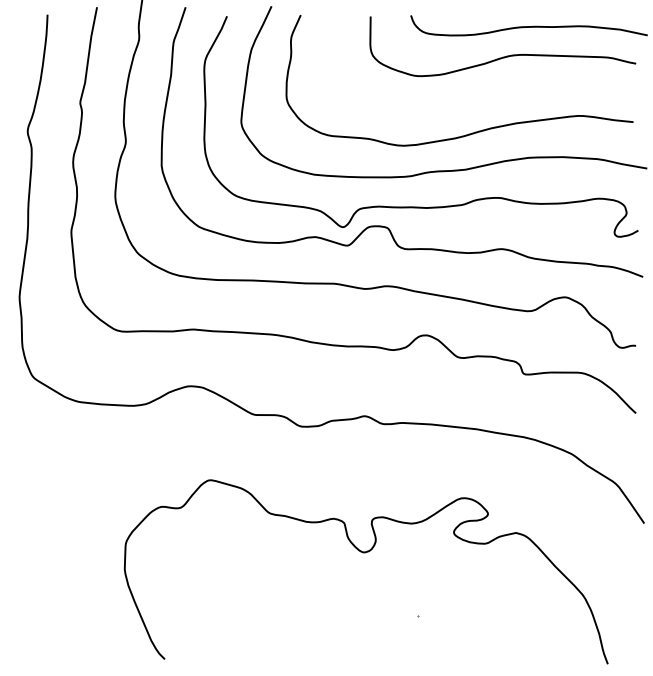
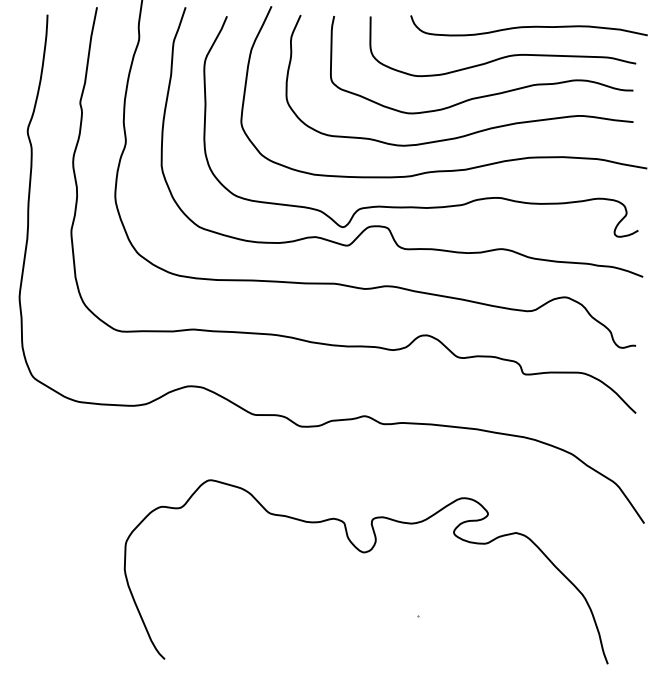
curve at (488, 94): none -> present
